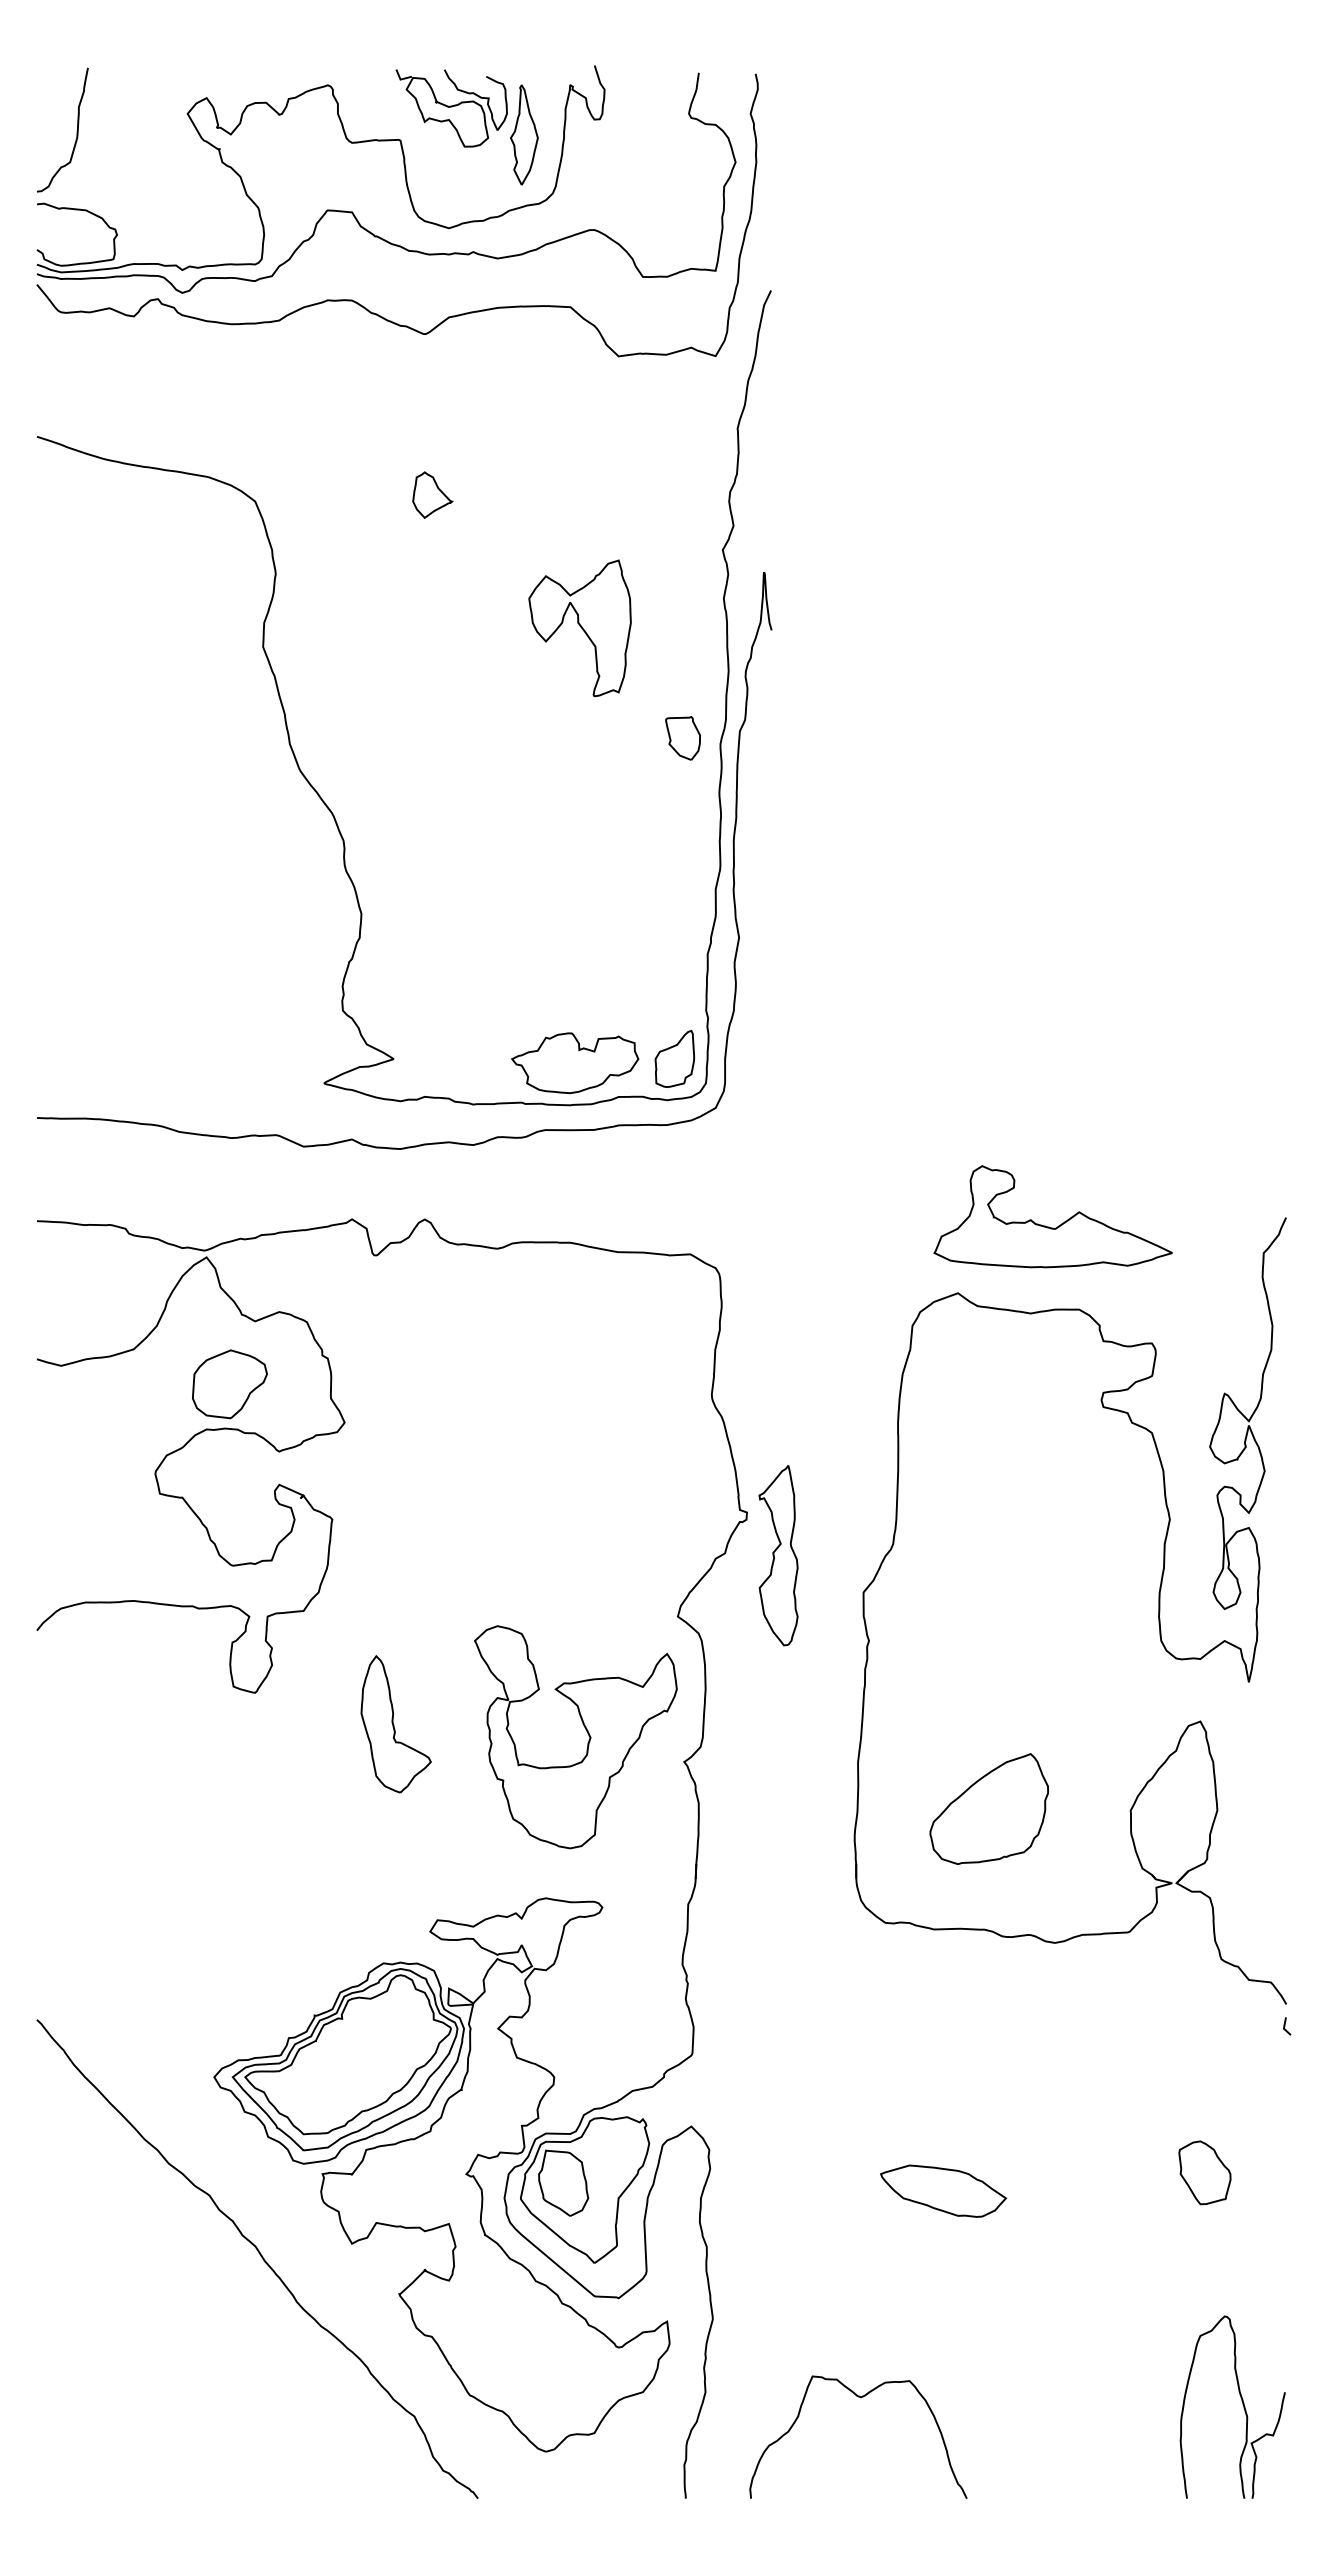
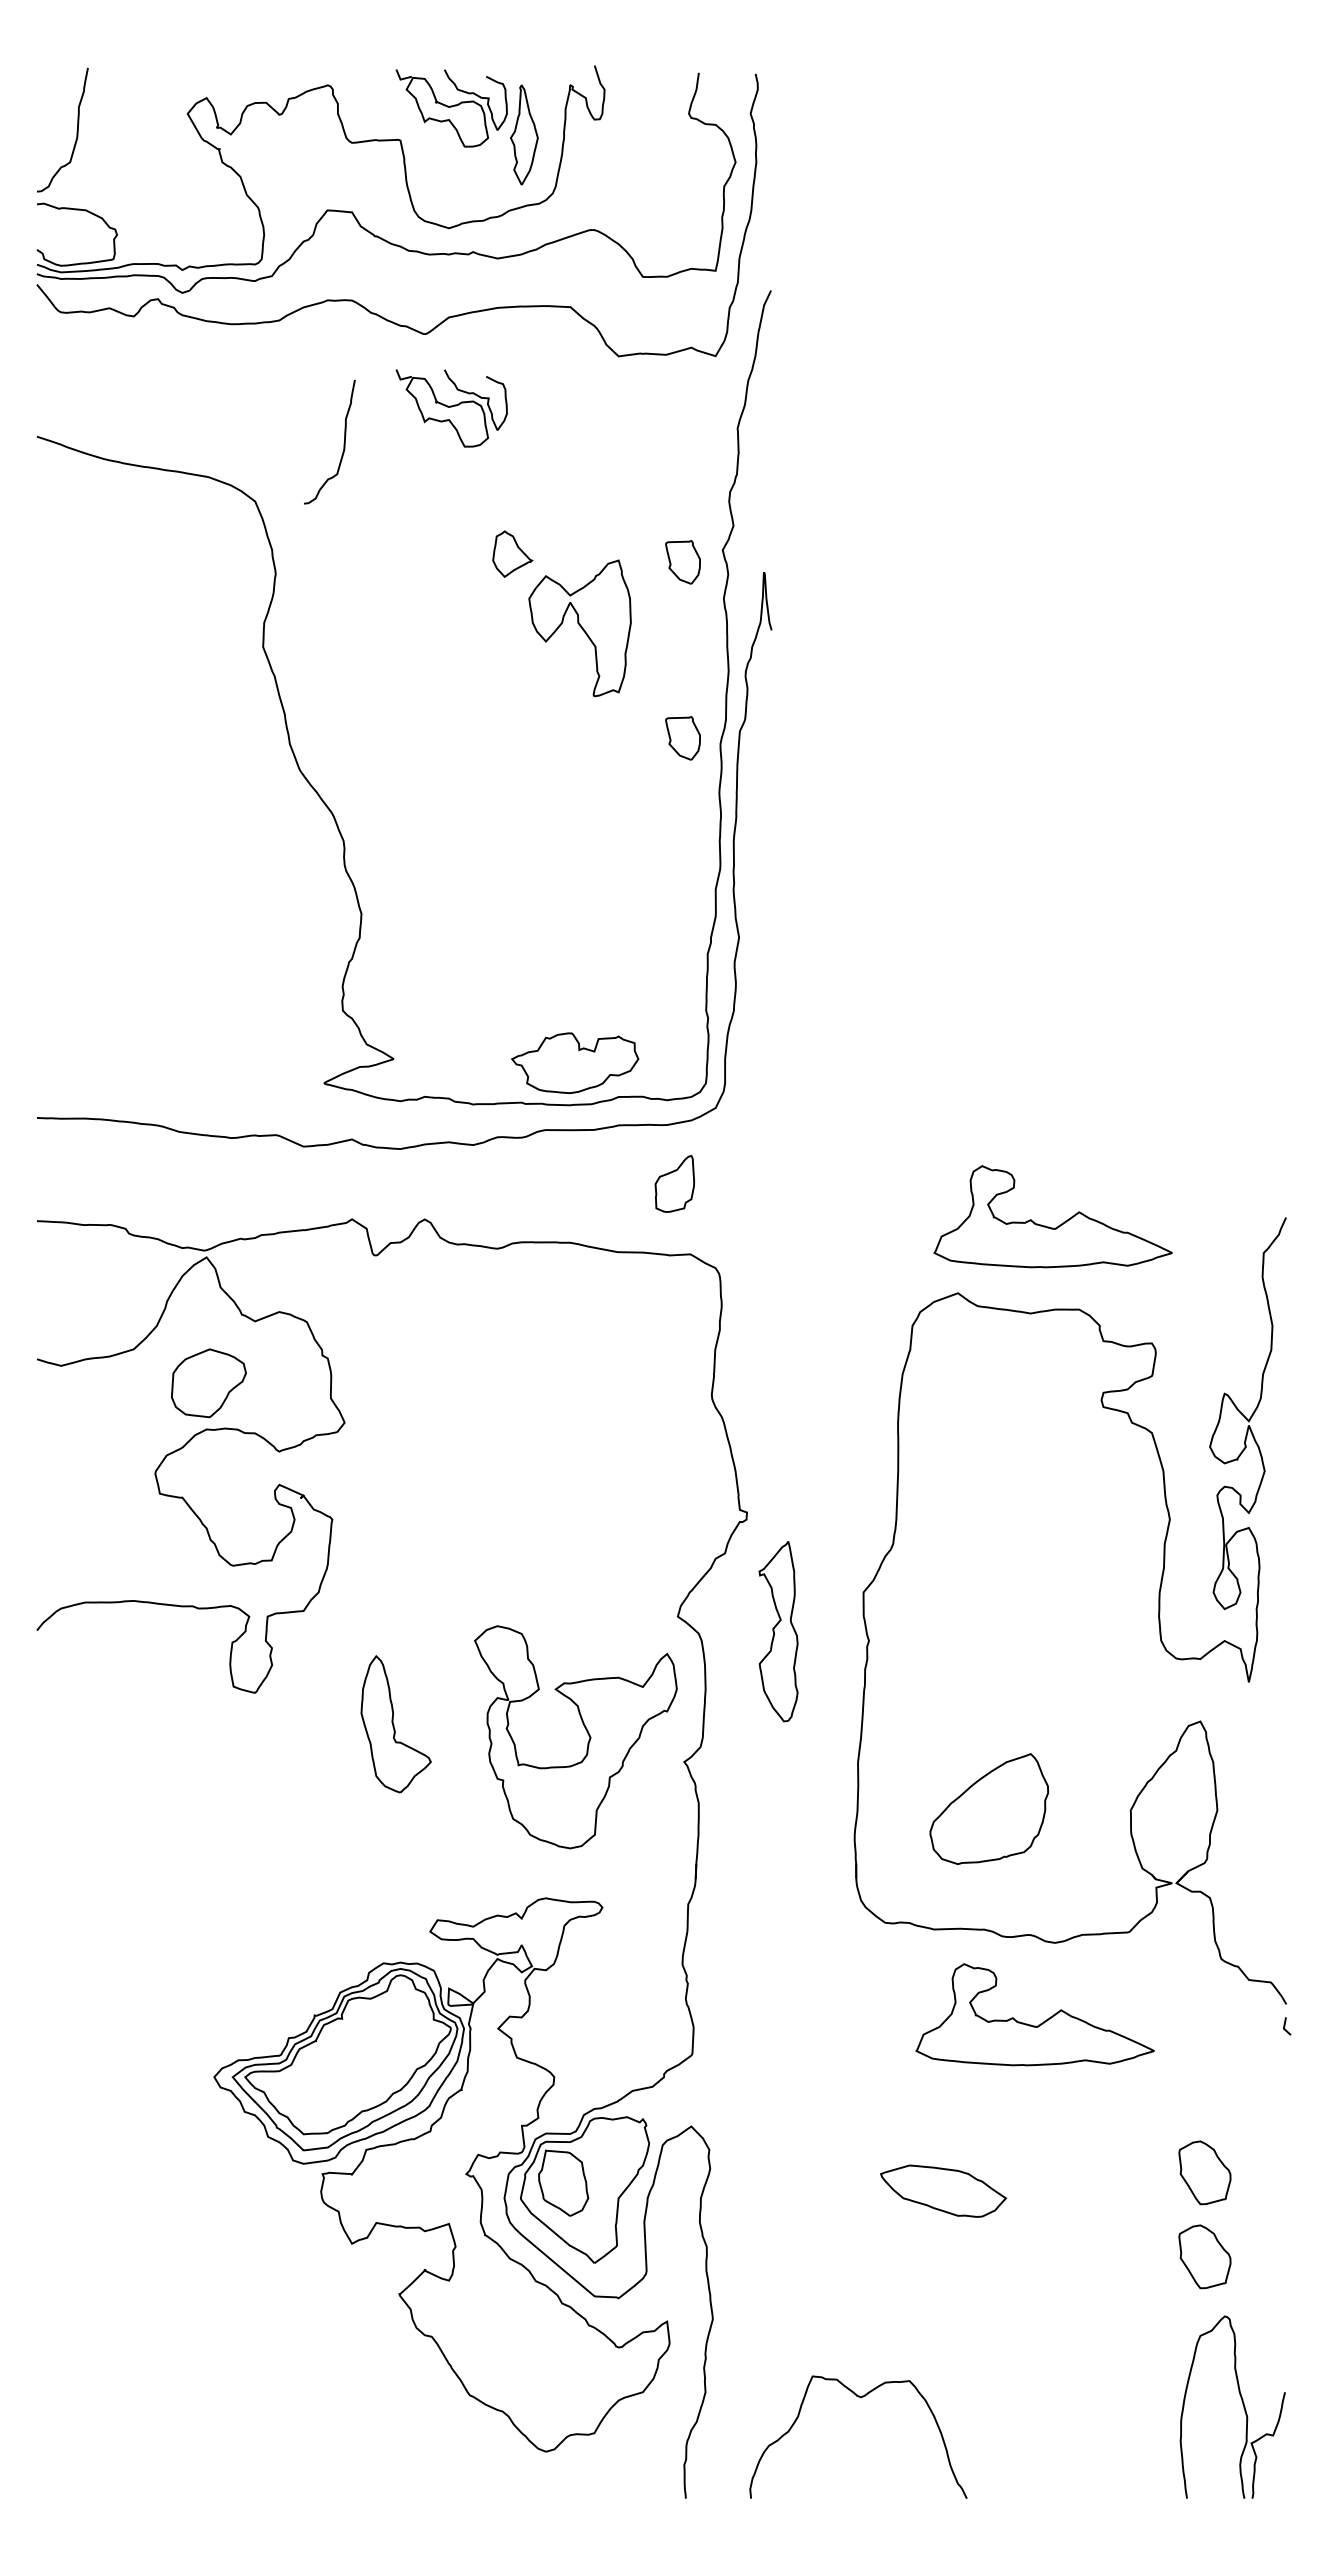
part at (451, 408): none -> present
curve at (343, 442): none -> present
part at (432, 494) position: (432, 494) -> (512, 553)
part at (682, 562): none -> present
part at (674, 1058) position: (674, 1058) -> (674, 1183)
part at (229, 1384) position: (229, 1384) -> (208, 1383)
part at (778, 1555) position: (778, 1555) -> (778, 1631)
part at (1031, 2024): none -> present
curve at (260, 2256): present -> none
part at (1204, 2256): none -> present
